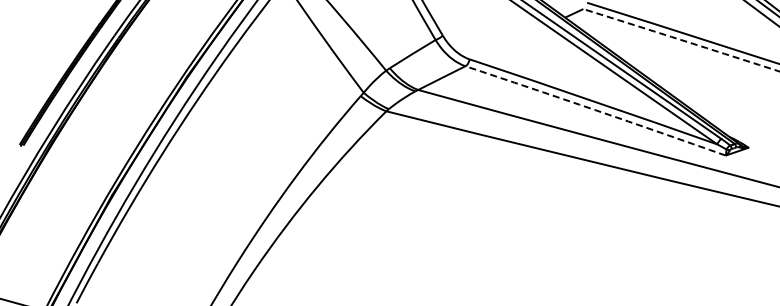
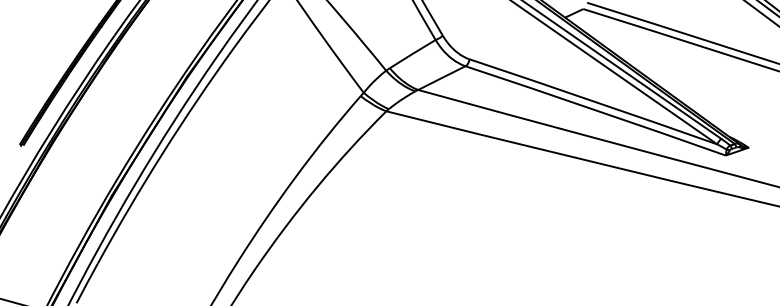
arc at (681, 40): dashed -> solid
arc at (595, 110): dashed -> solid
